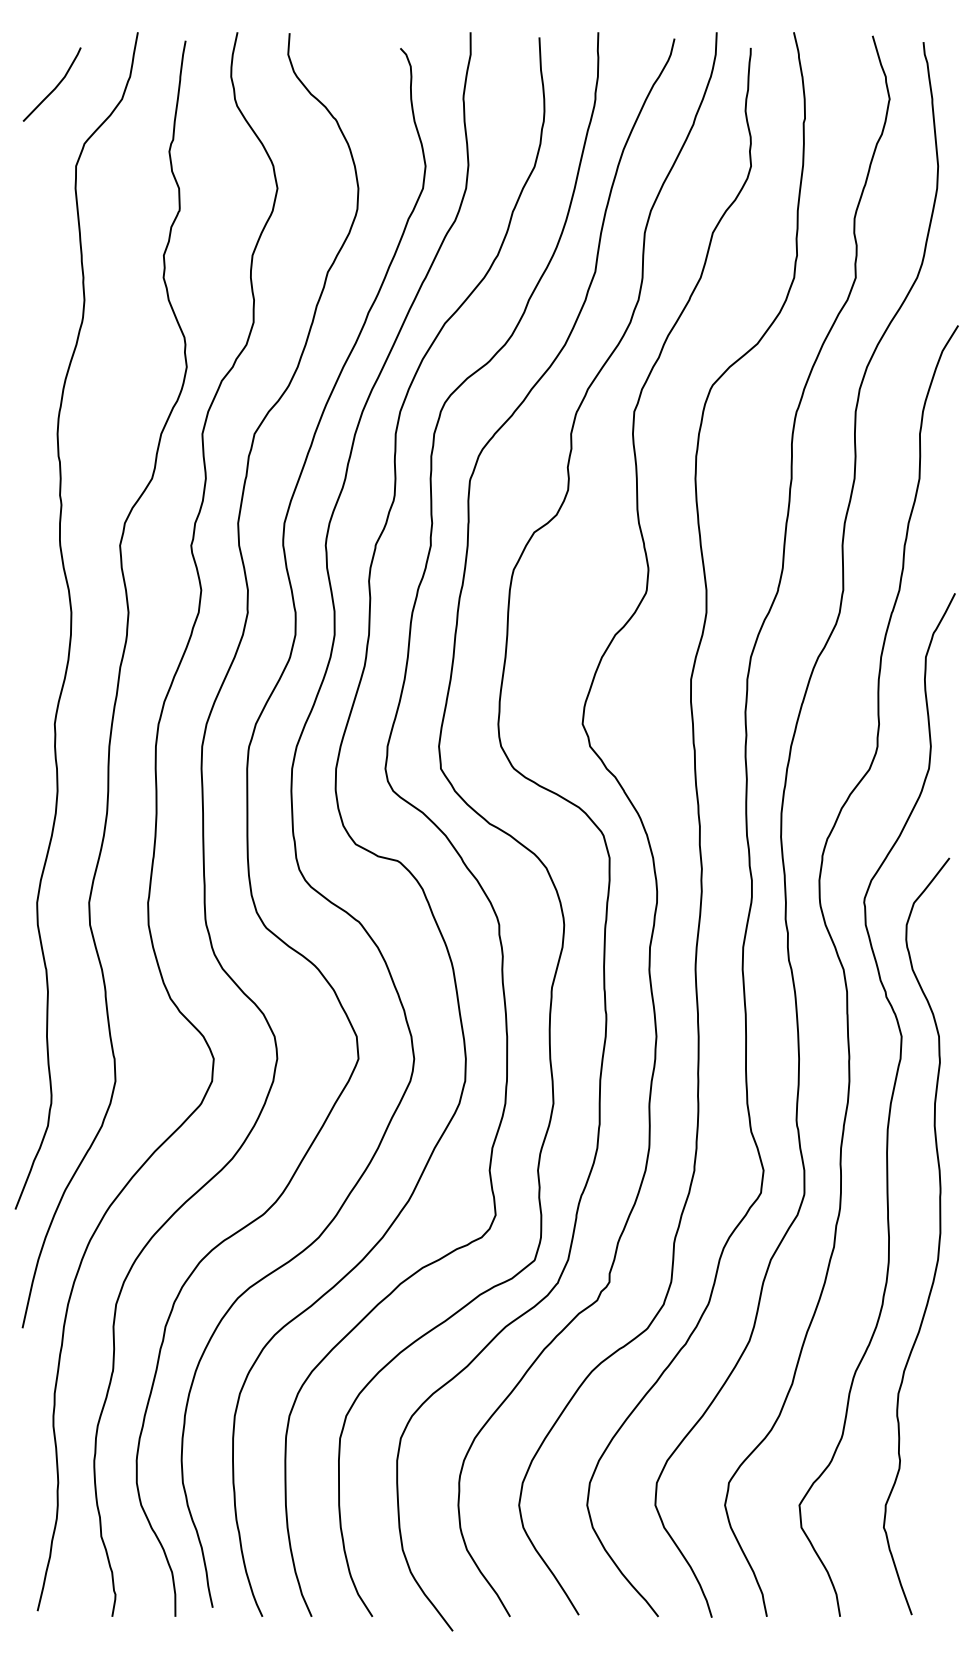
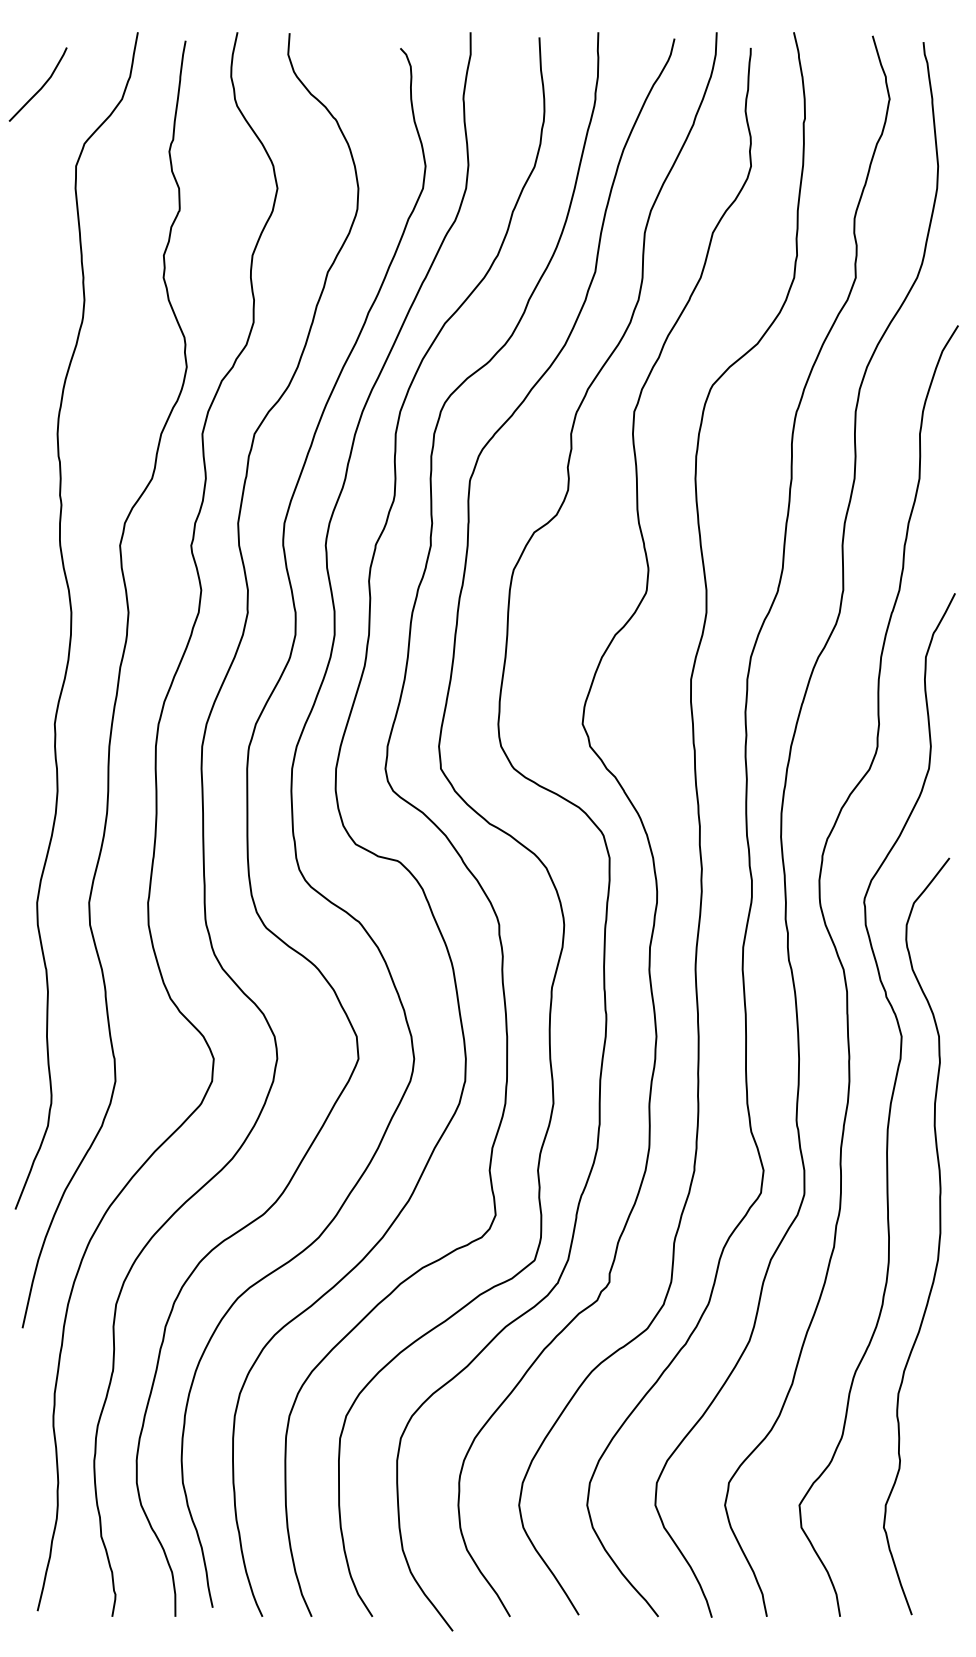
curve at (54, 87) position: (54, 87) -> (40, 87)
